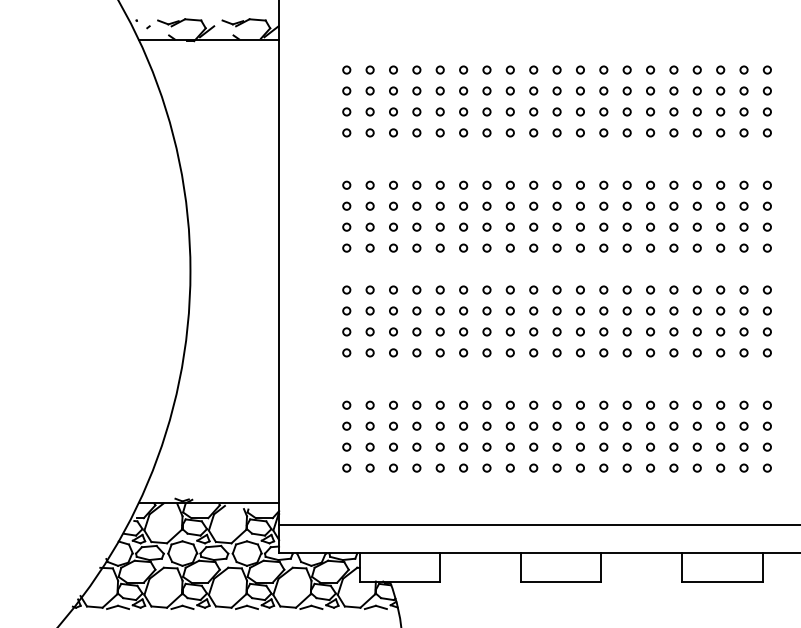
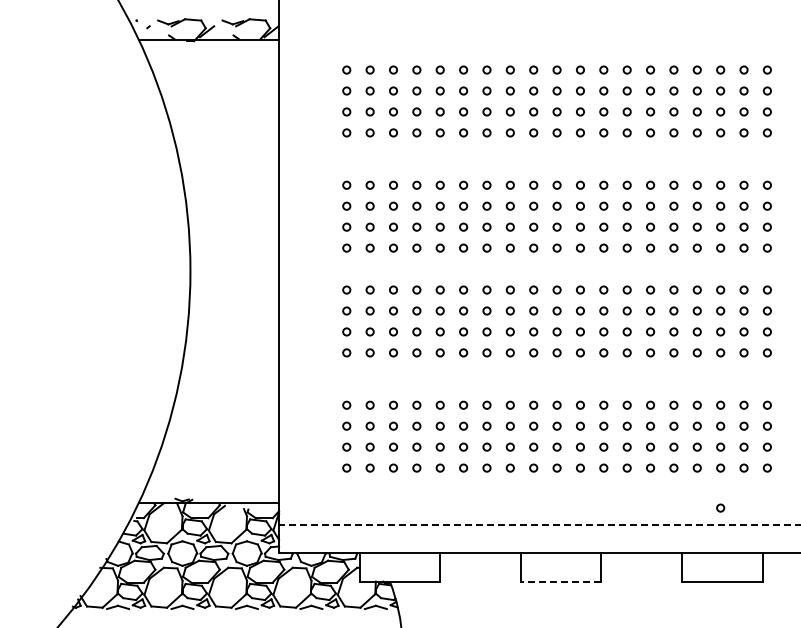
circle at (720, 507): none -> present
line at (539, 525): solid -> dashed
line at (560, 581): solid -> dashed
